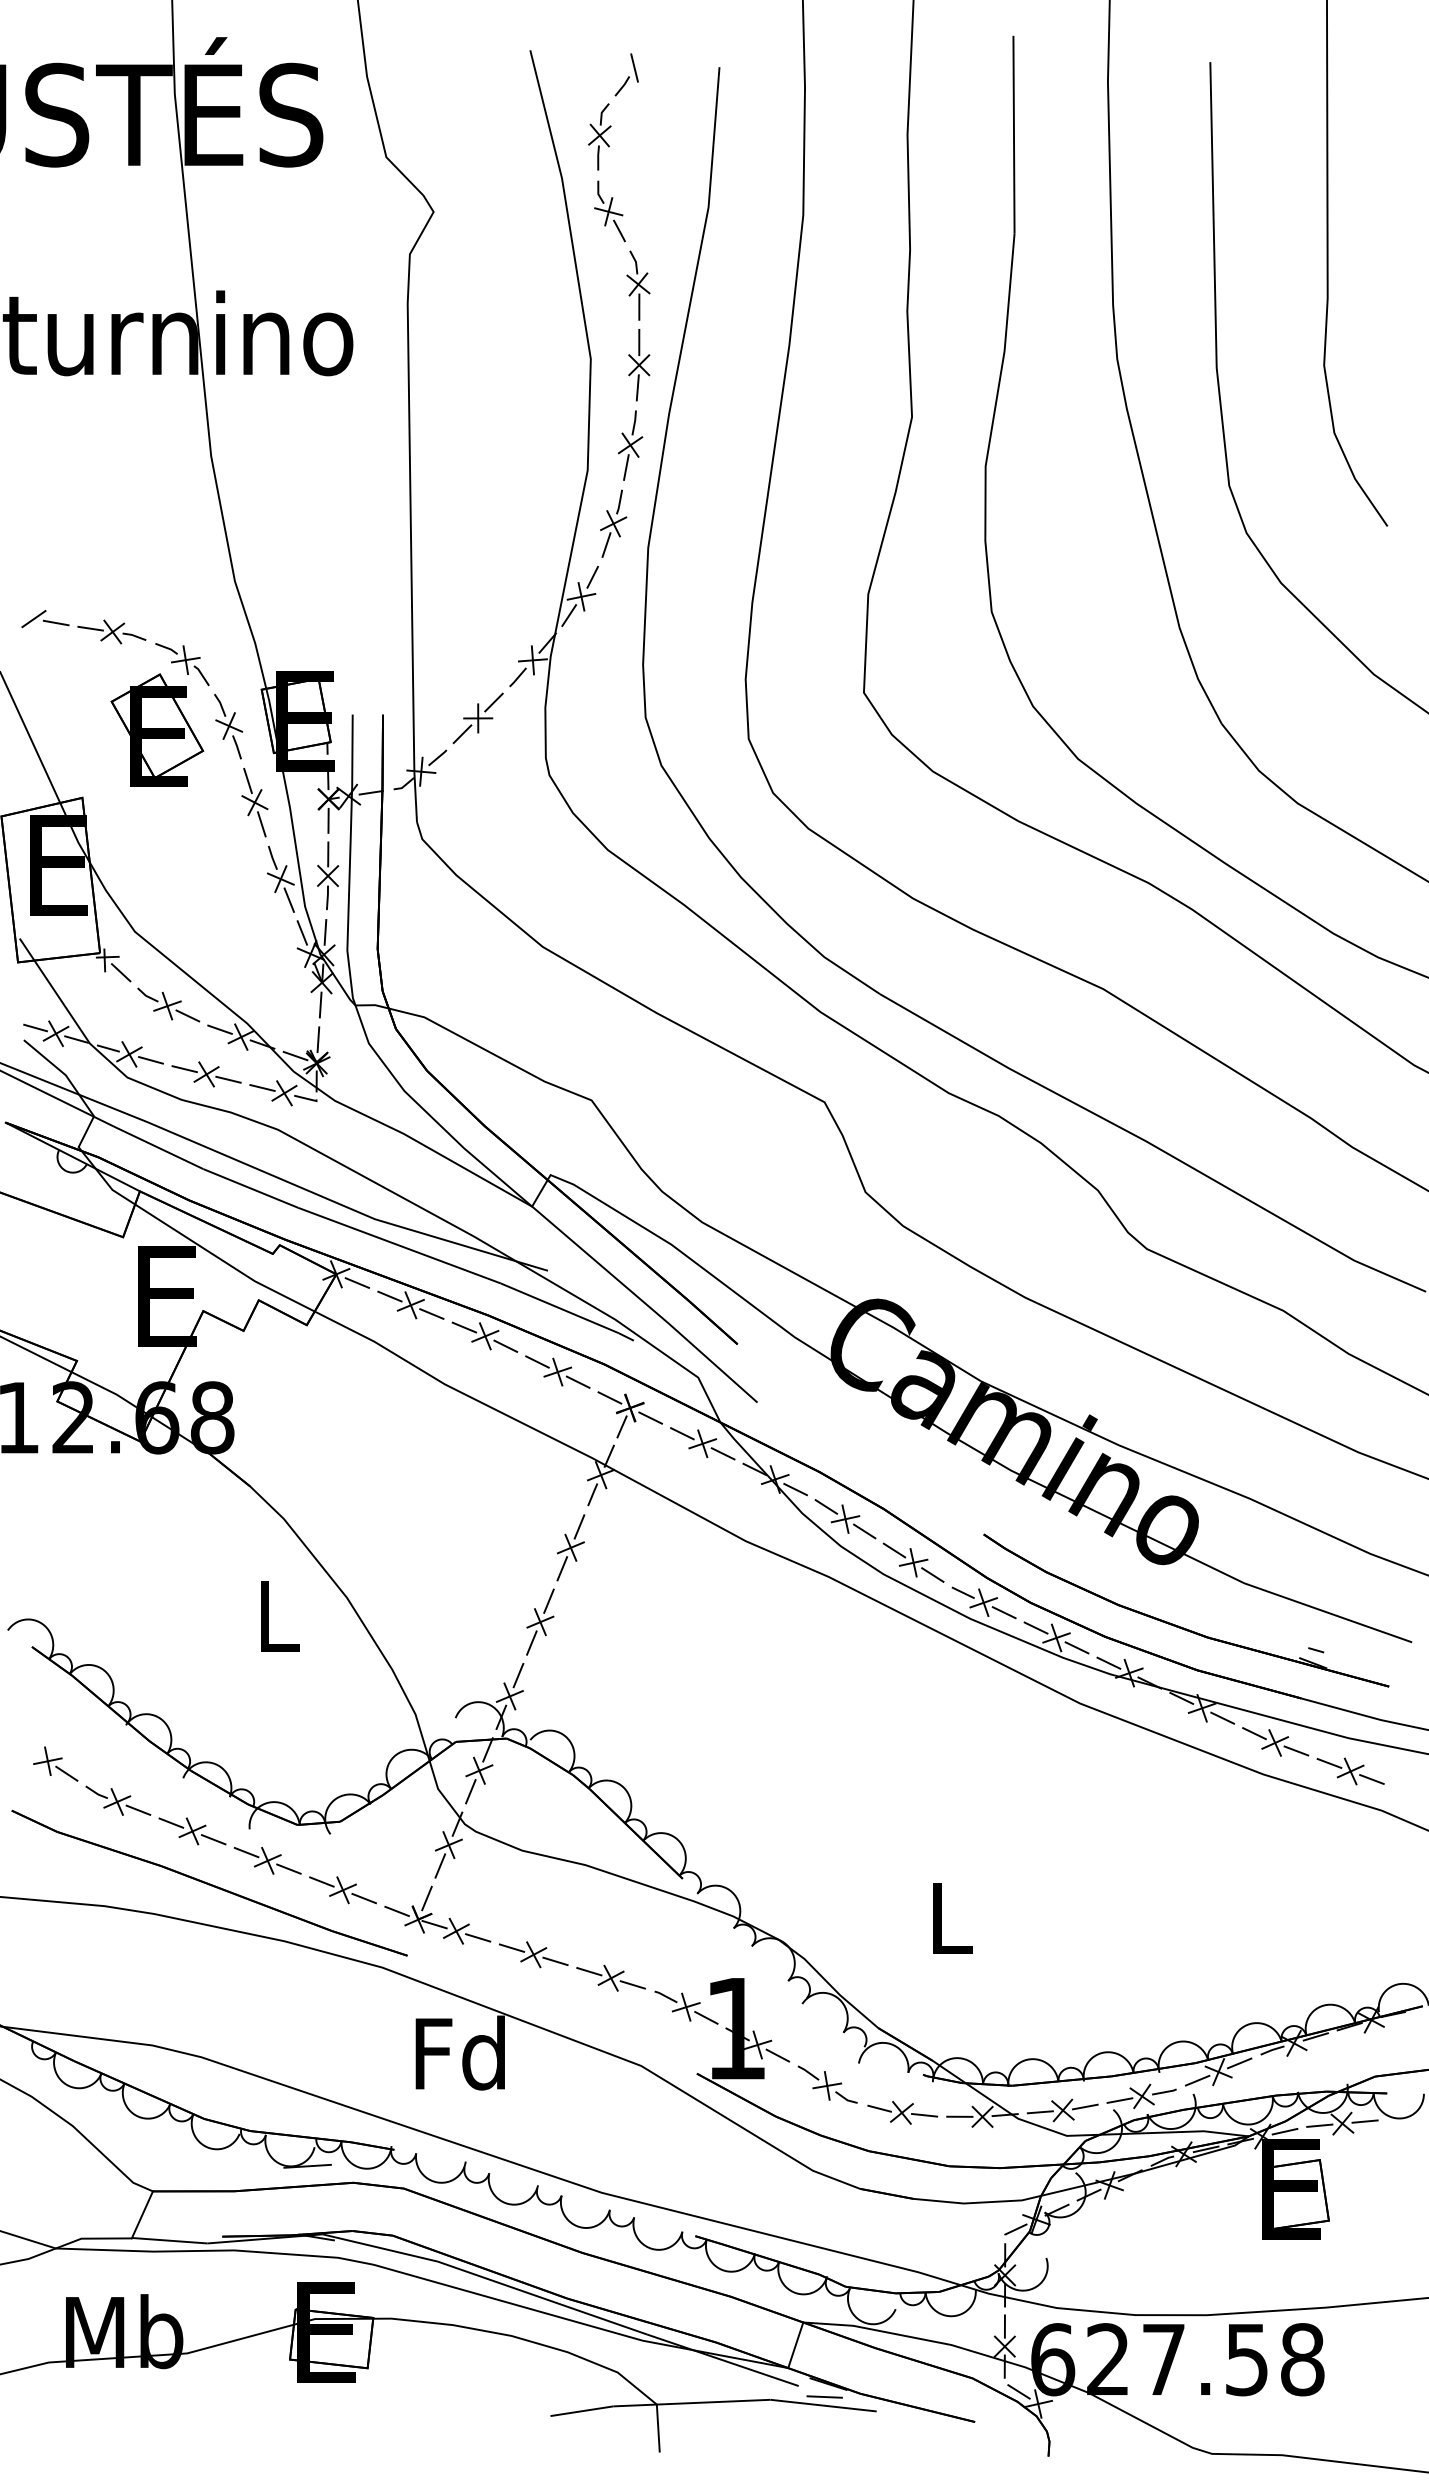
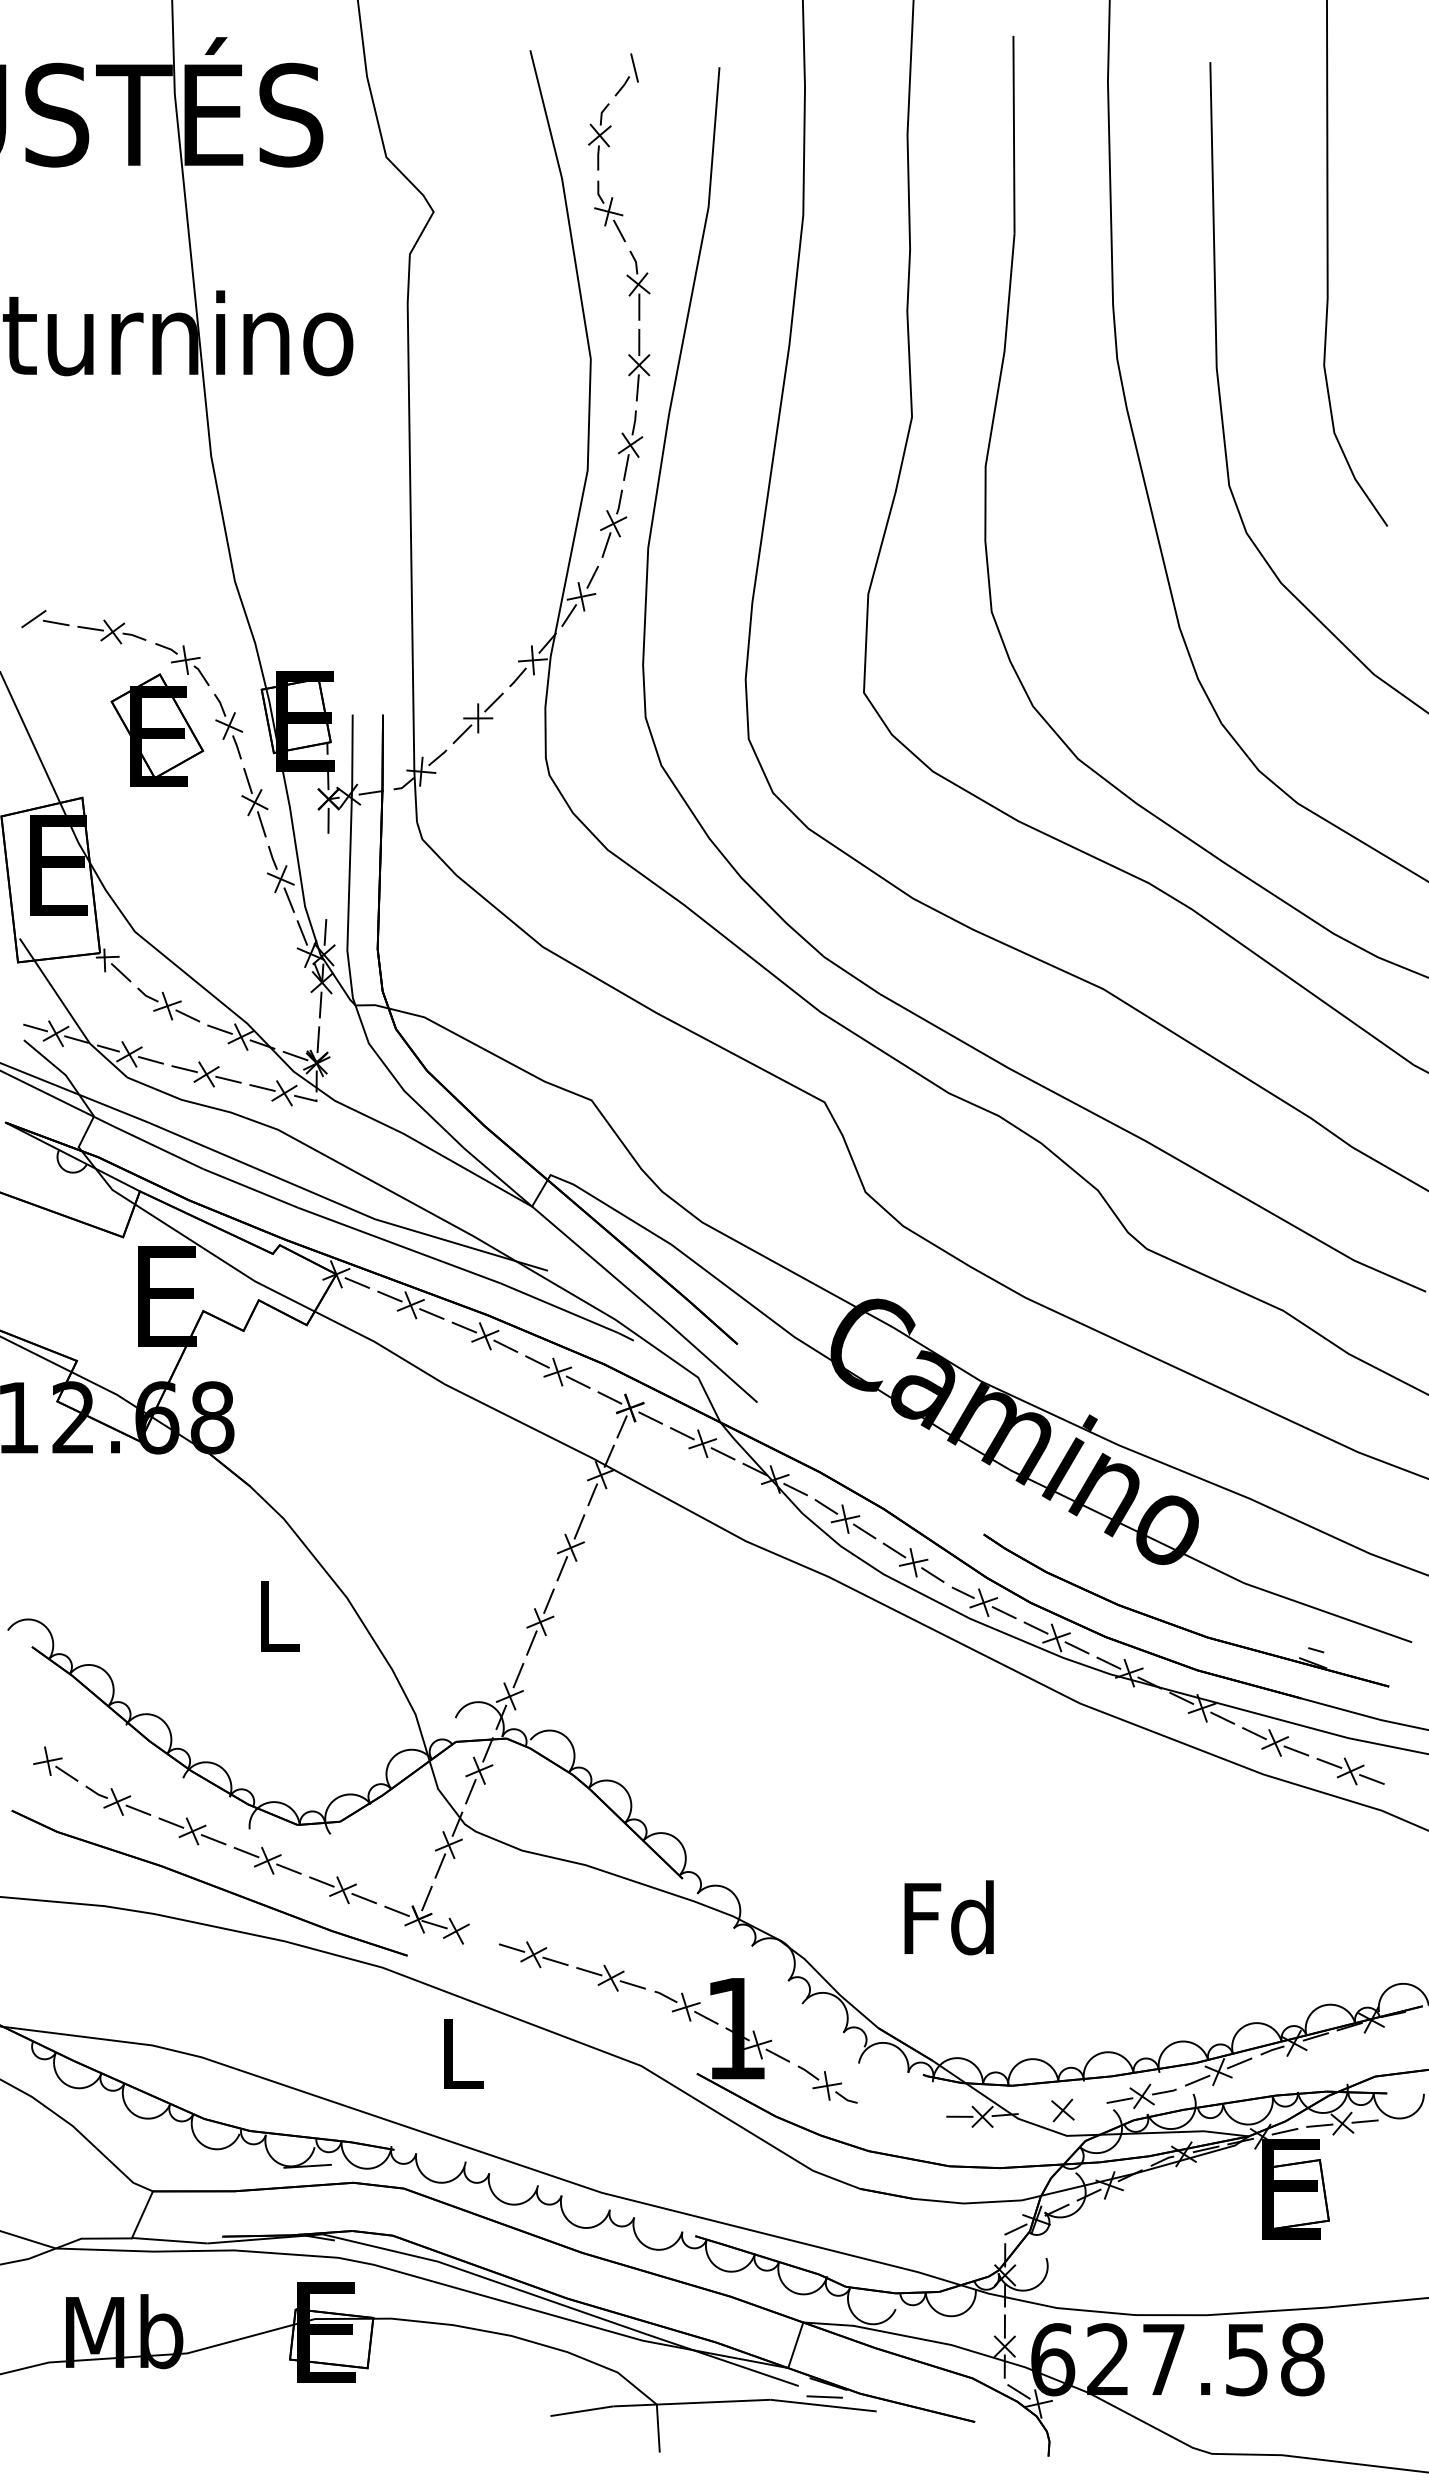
part at (328, 875): present -> none
text at (948, 1917): L -> Fd
line at (478, 1937): present -> none
text at (459, 2052): Fd -> L
line at (1084, 2106): present -> none
part at (902, 2112): present -> none
line at (1039, 2112): present -> none
